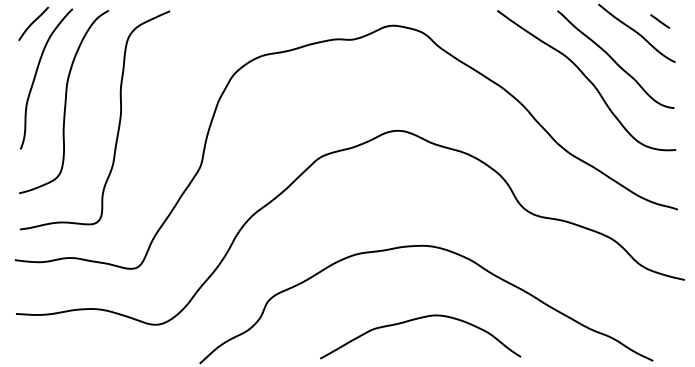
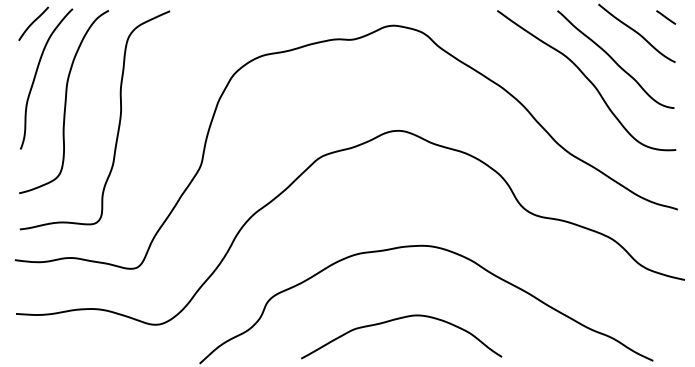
line at (660, 21) position: (660, 21) -> (666, 17)
curve at (414, 320) position: (414, 320) -> (395, 320)
